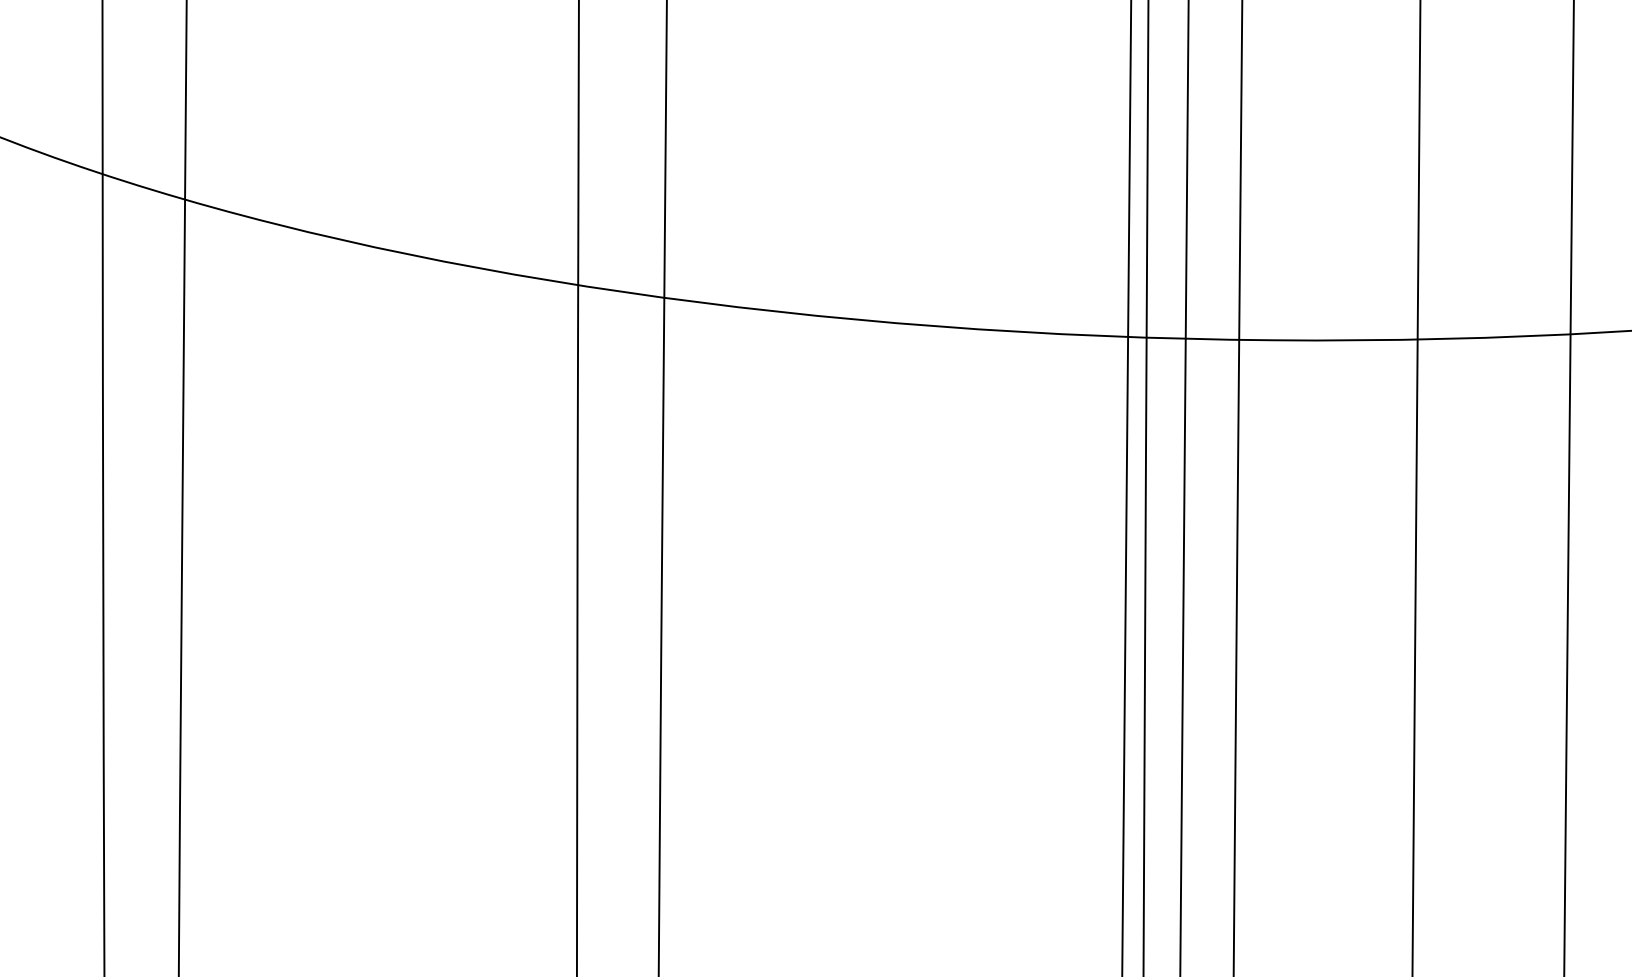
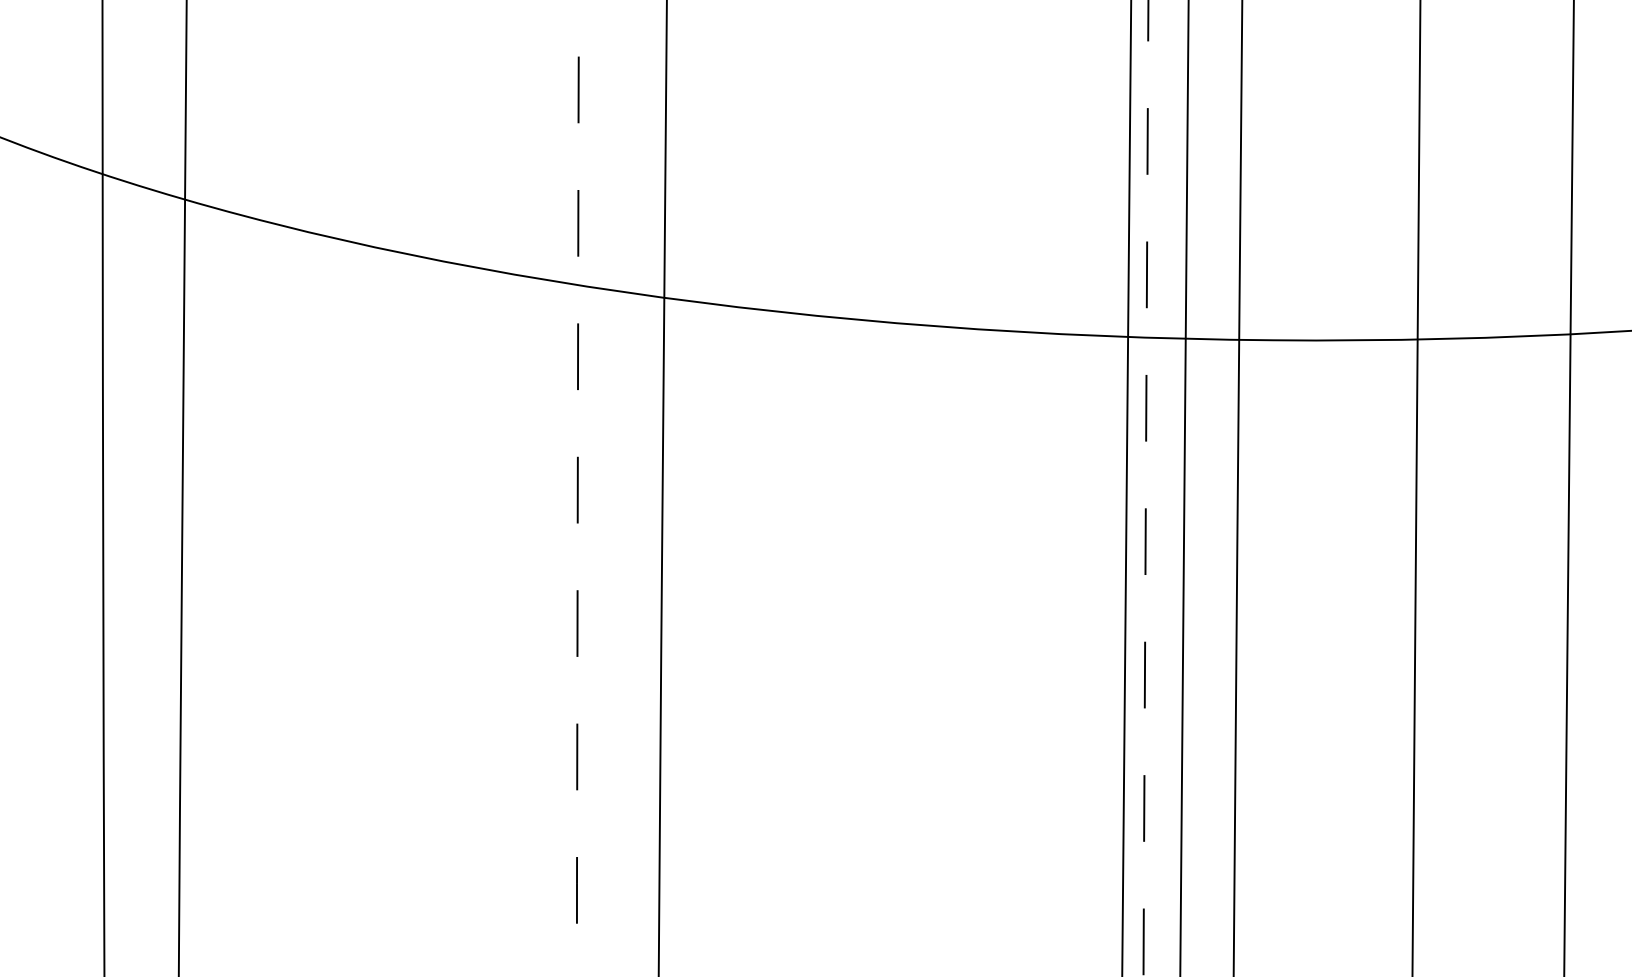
arc at (1145, 487): solid -> dashed
arc at (577, 488): solid -> dashed
